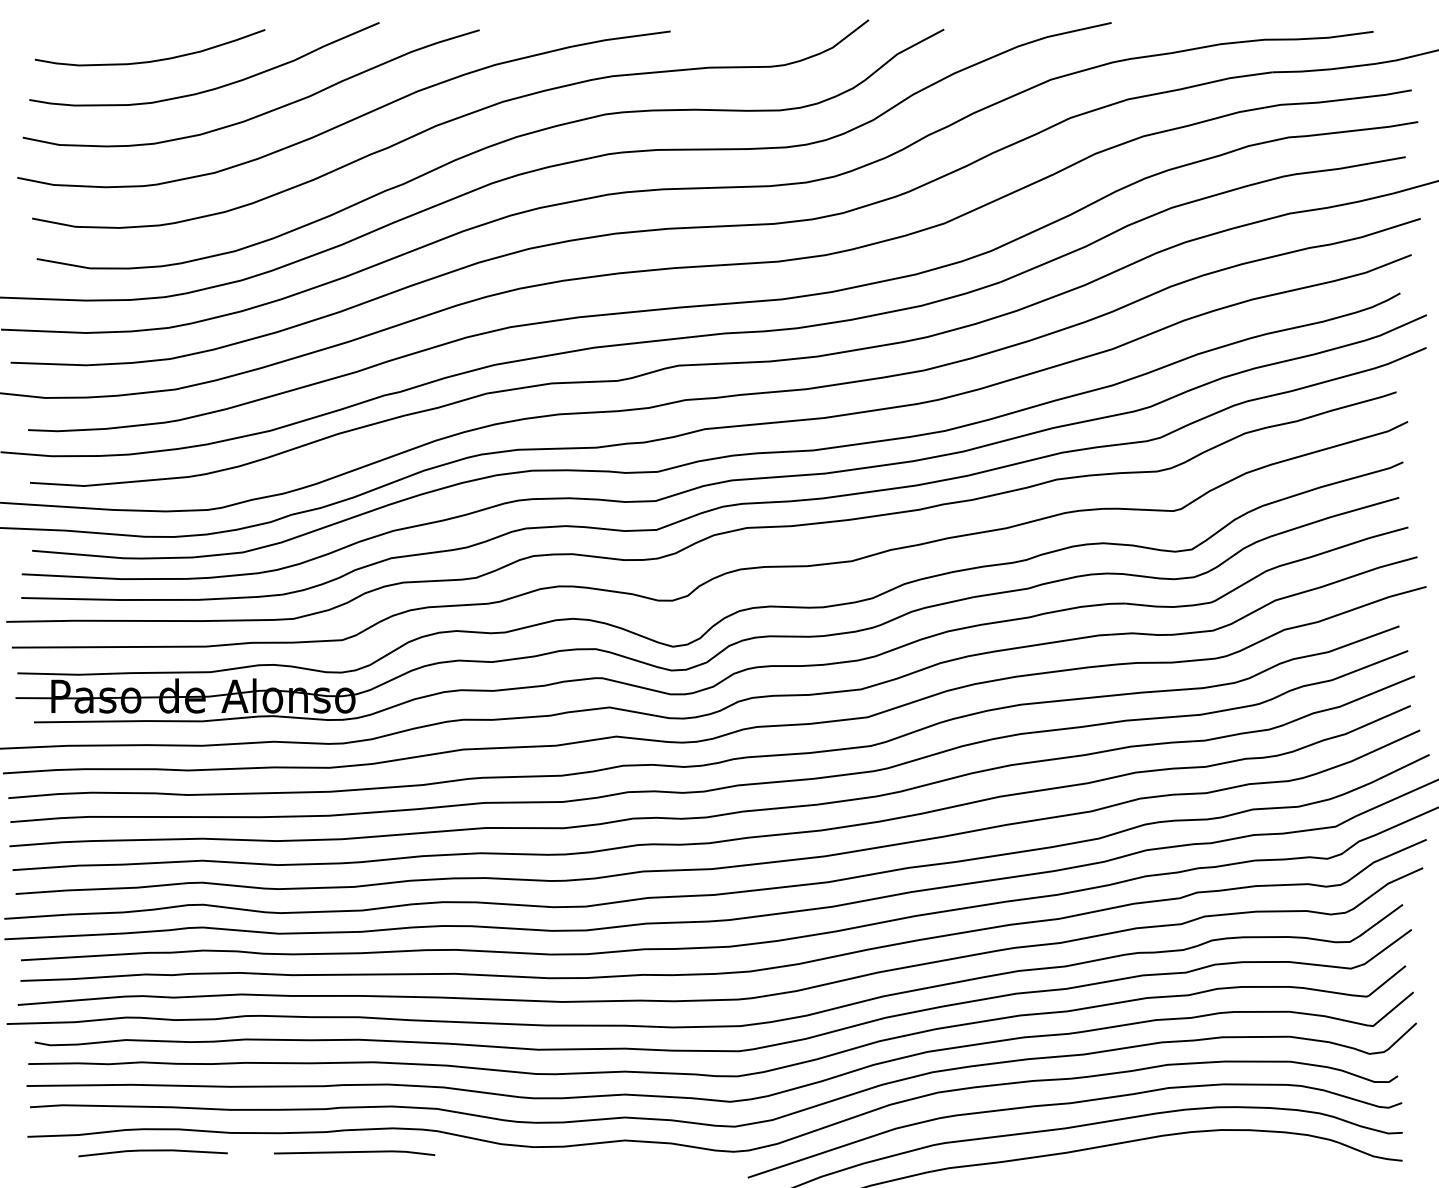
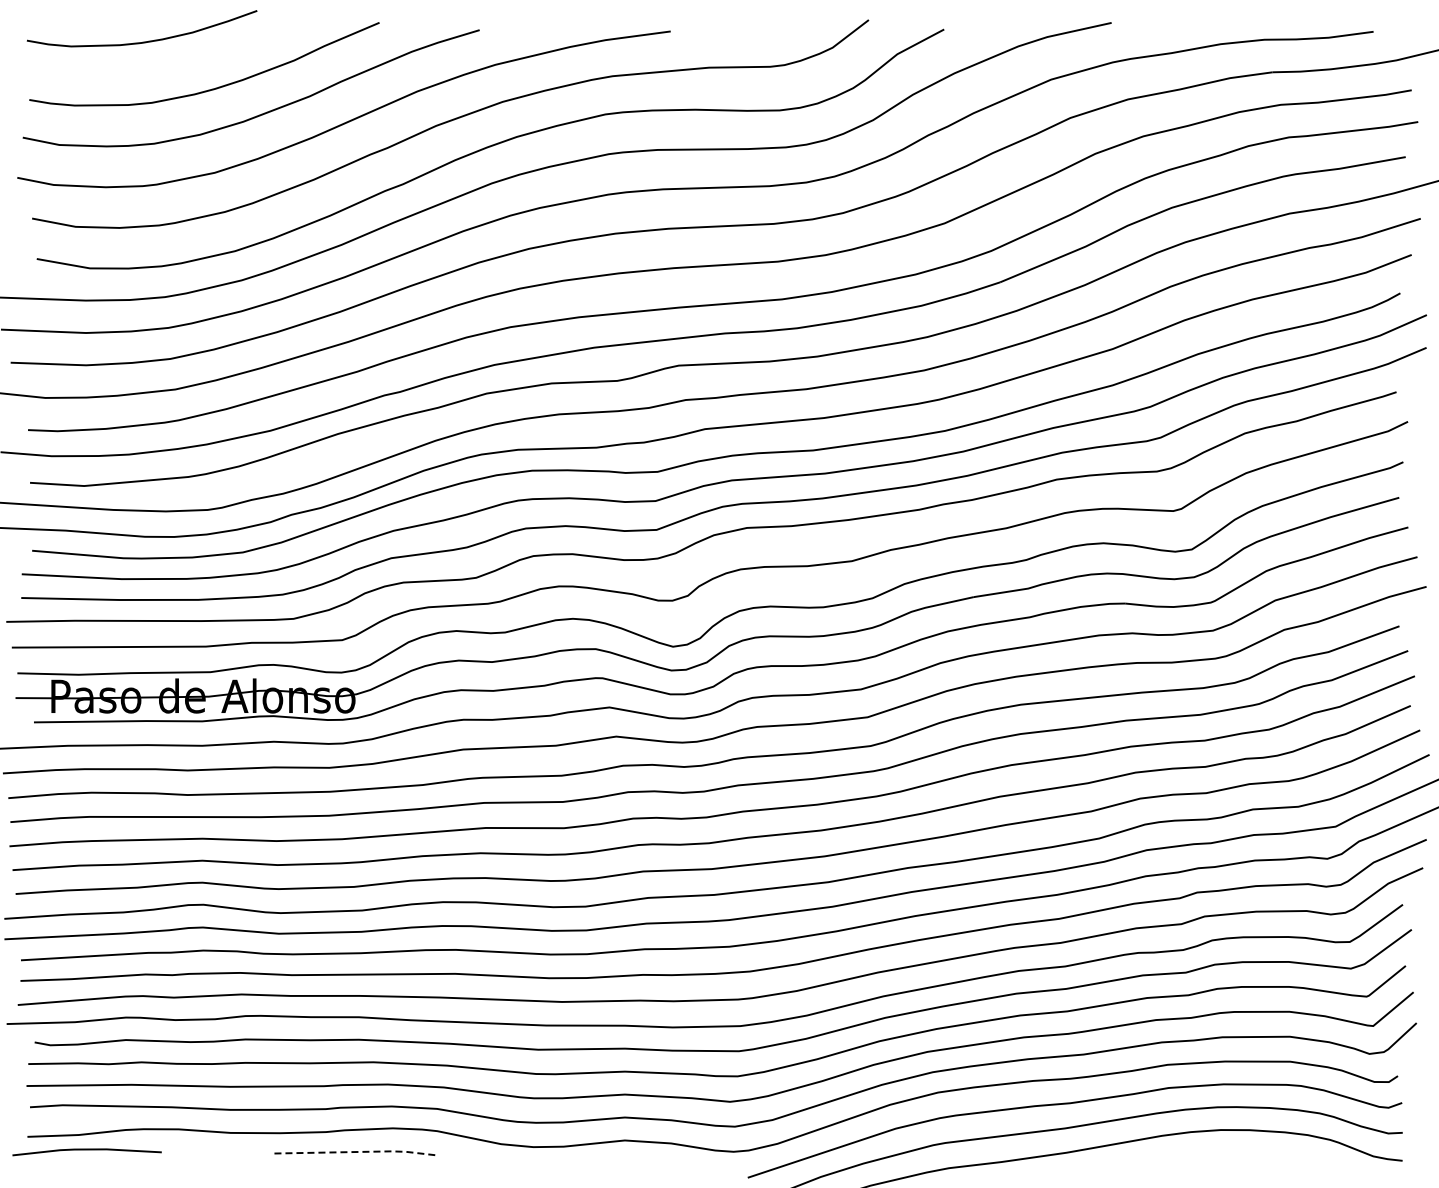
curve at (150, 60) position: (150, 60) -> (142, 41)
line at (152, 1151) position: (152, 1151) -> (86, 1150)
line at (355, 1152): solid -> dashed
